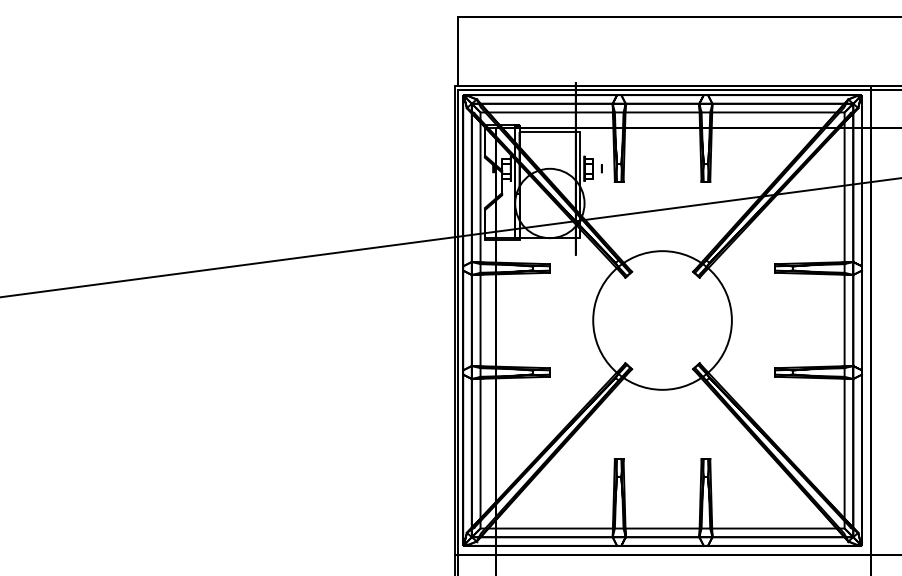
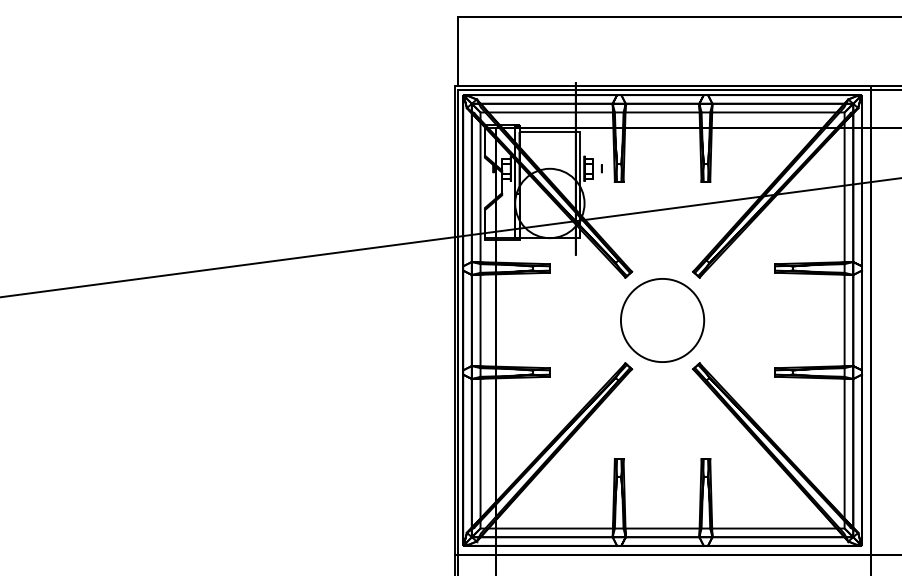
circle at (662, 320) diameter: 139 px -> 83 px
